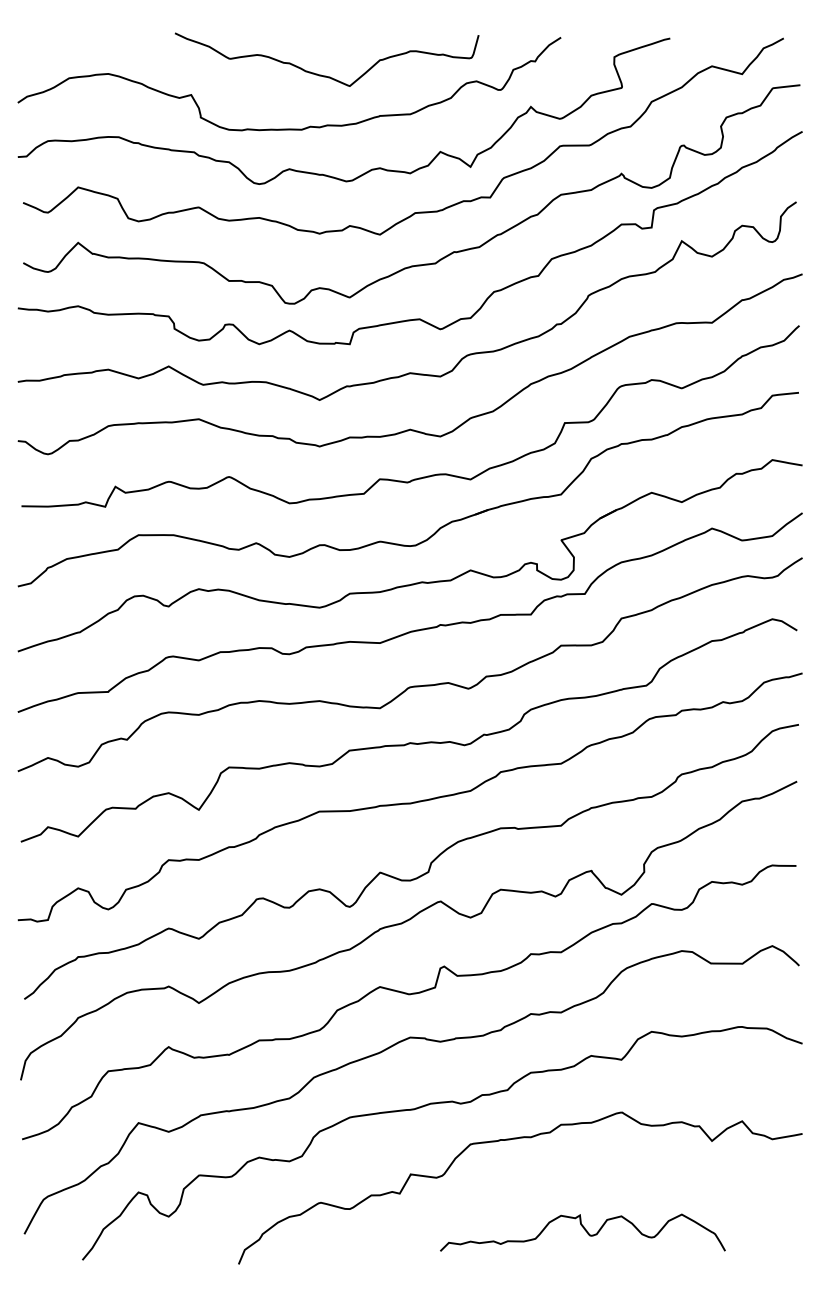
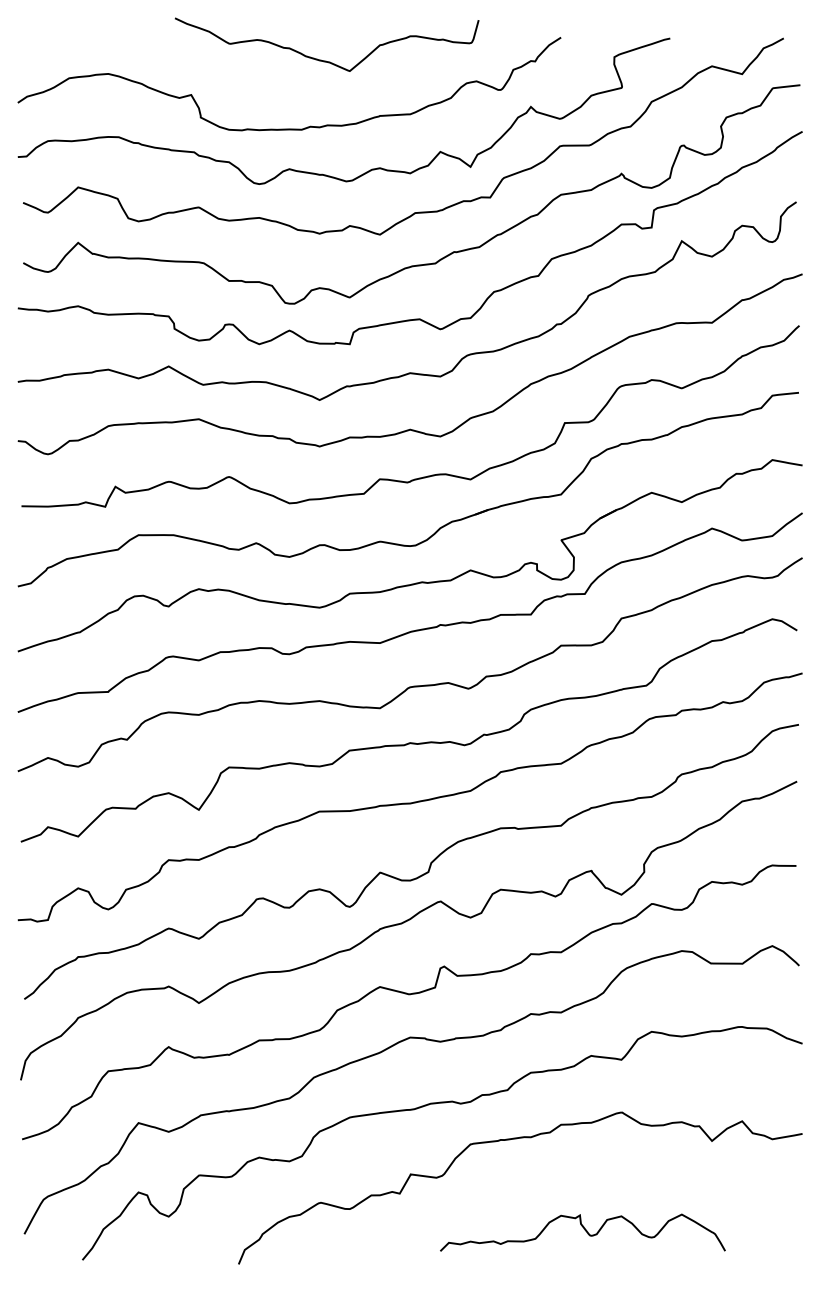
curve at (321, 74) position: (321, 74) -> (321, 59)
